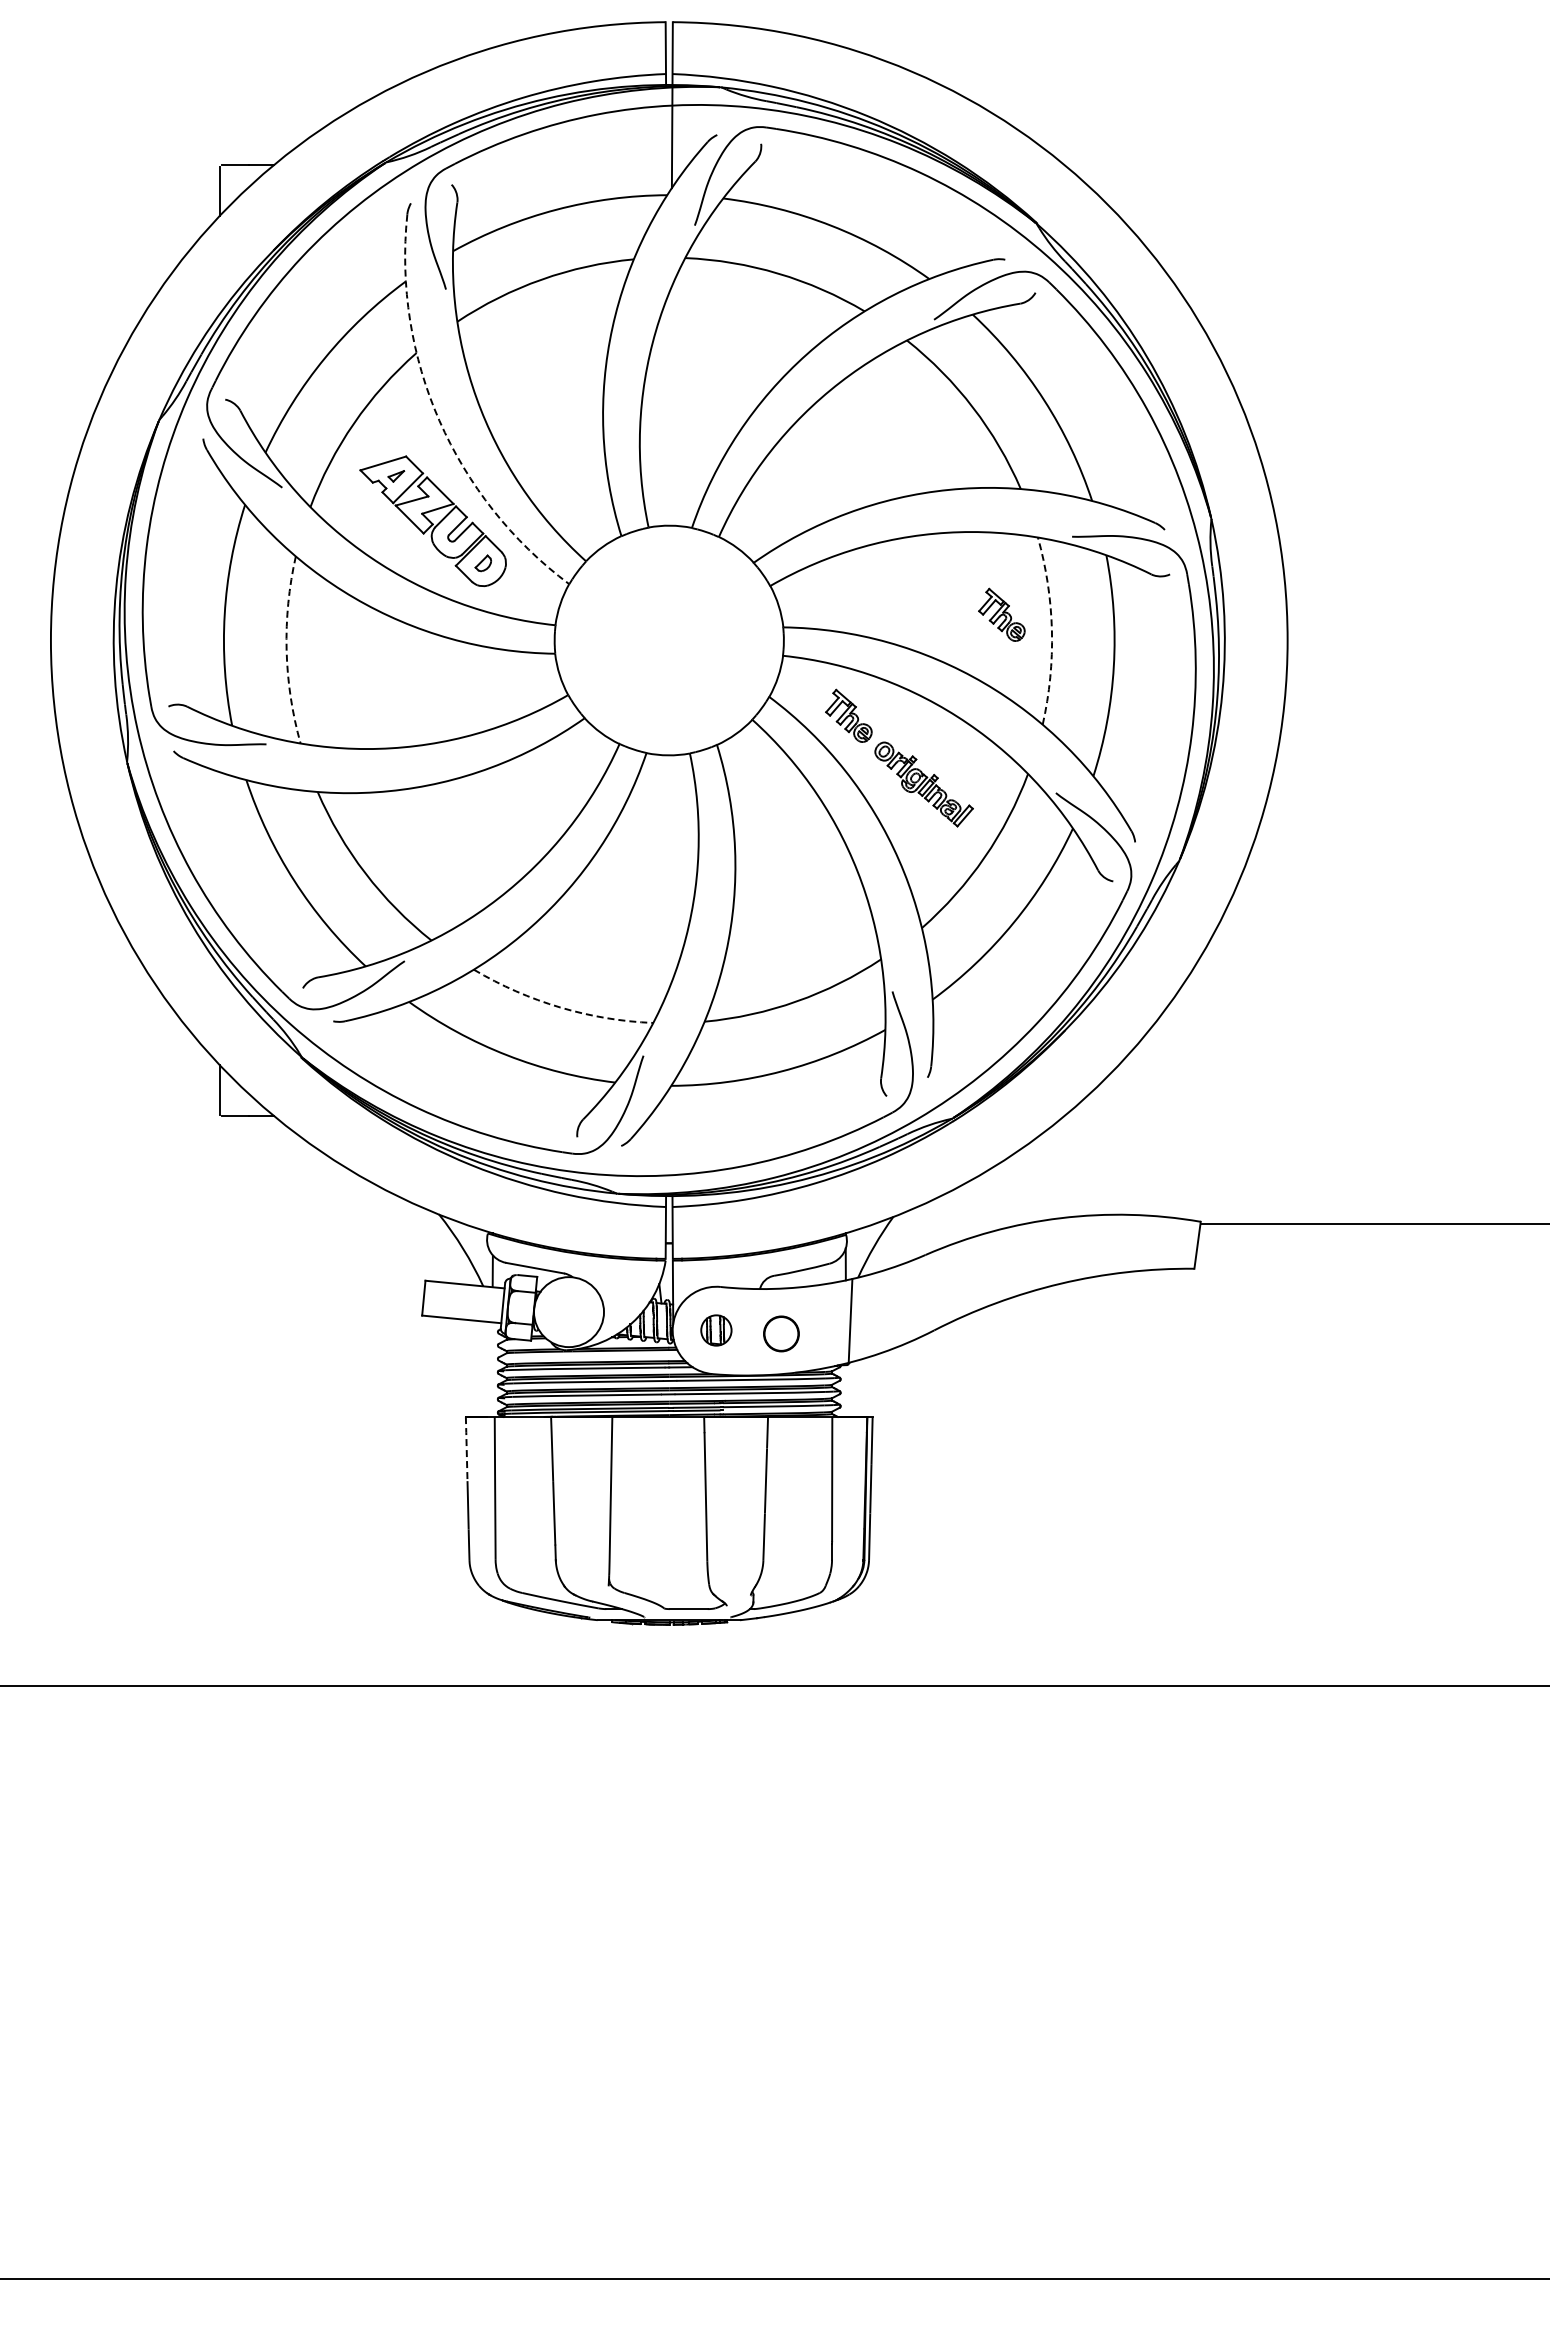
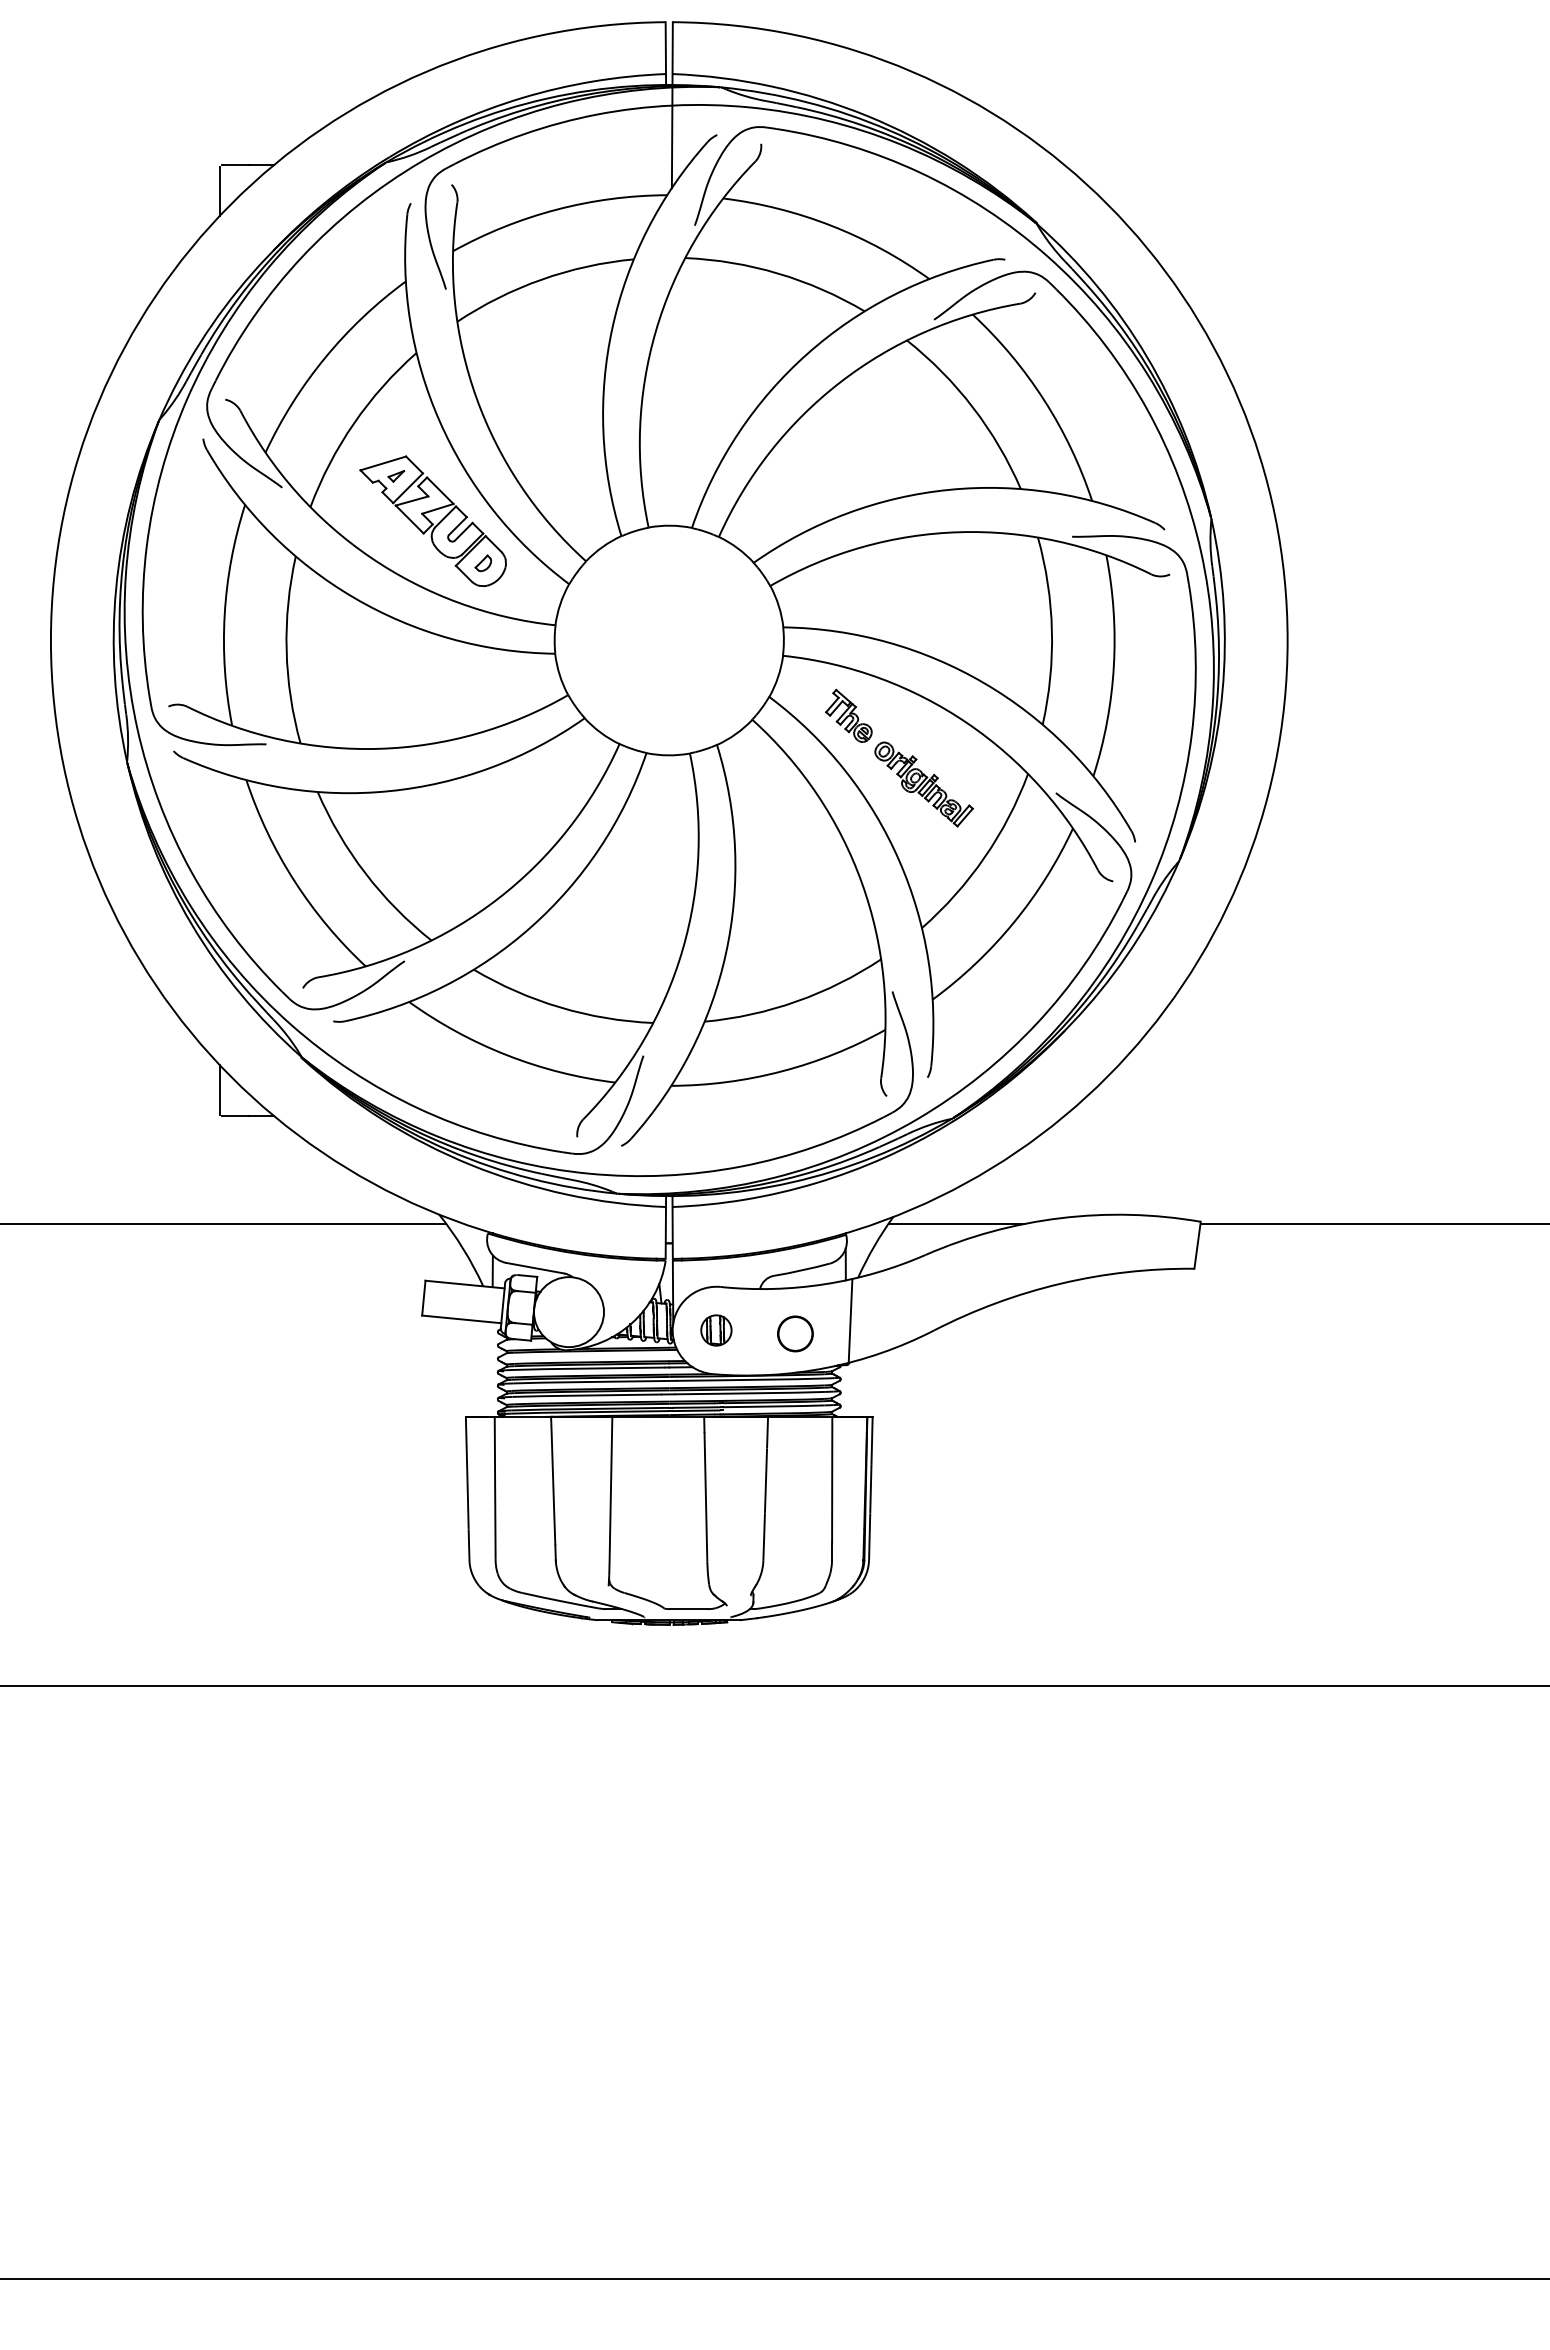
arc at (439, 420): dashed -> solid
part at (1001, 614): present -> none
arc at (1051, 630): dashed -> solid
arc at (286, 650): dashed -> solid
arc at (560, 1007): dashed -> solid
line at (223, 1223): none -> present
line at (956, 1223): none -> present
circle at (781, 1333) position: (781, 1333) -> (795, 1333)
line at (466, 1448): dashed -> solid
